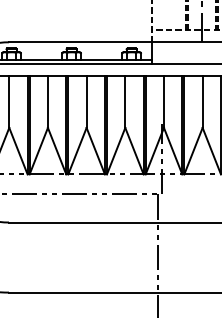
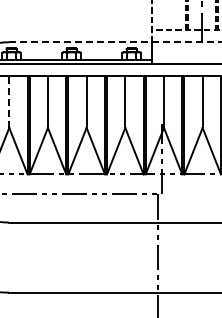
line at (115, 42): solid -> dashed
line at (9, 102): solid -> dashed
